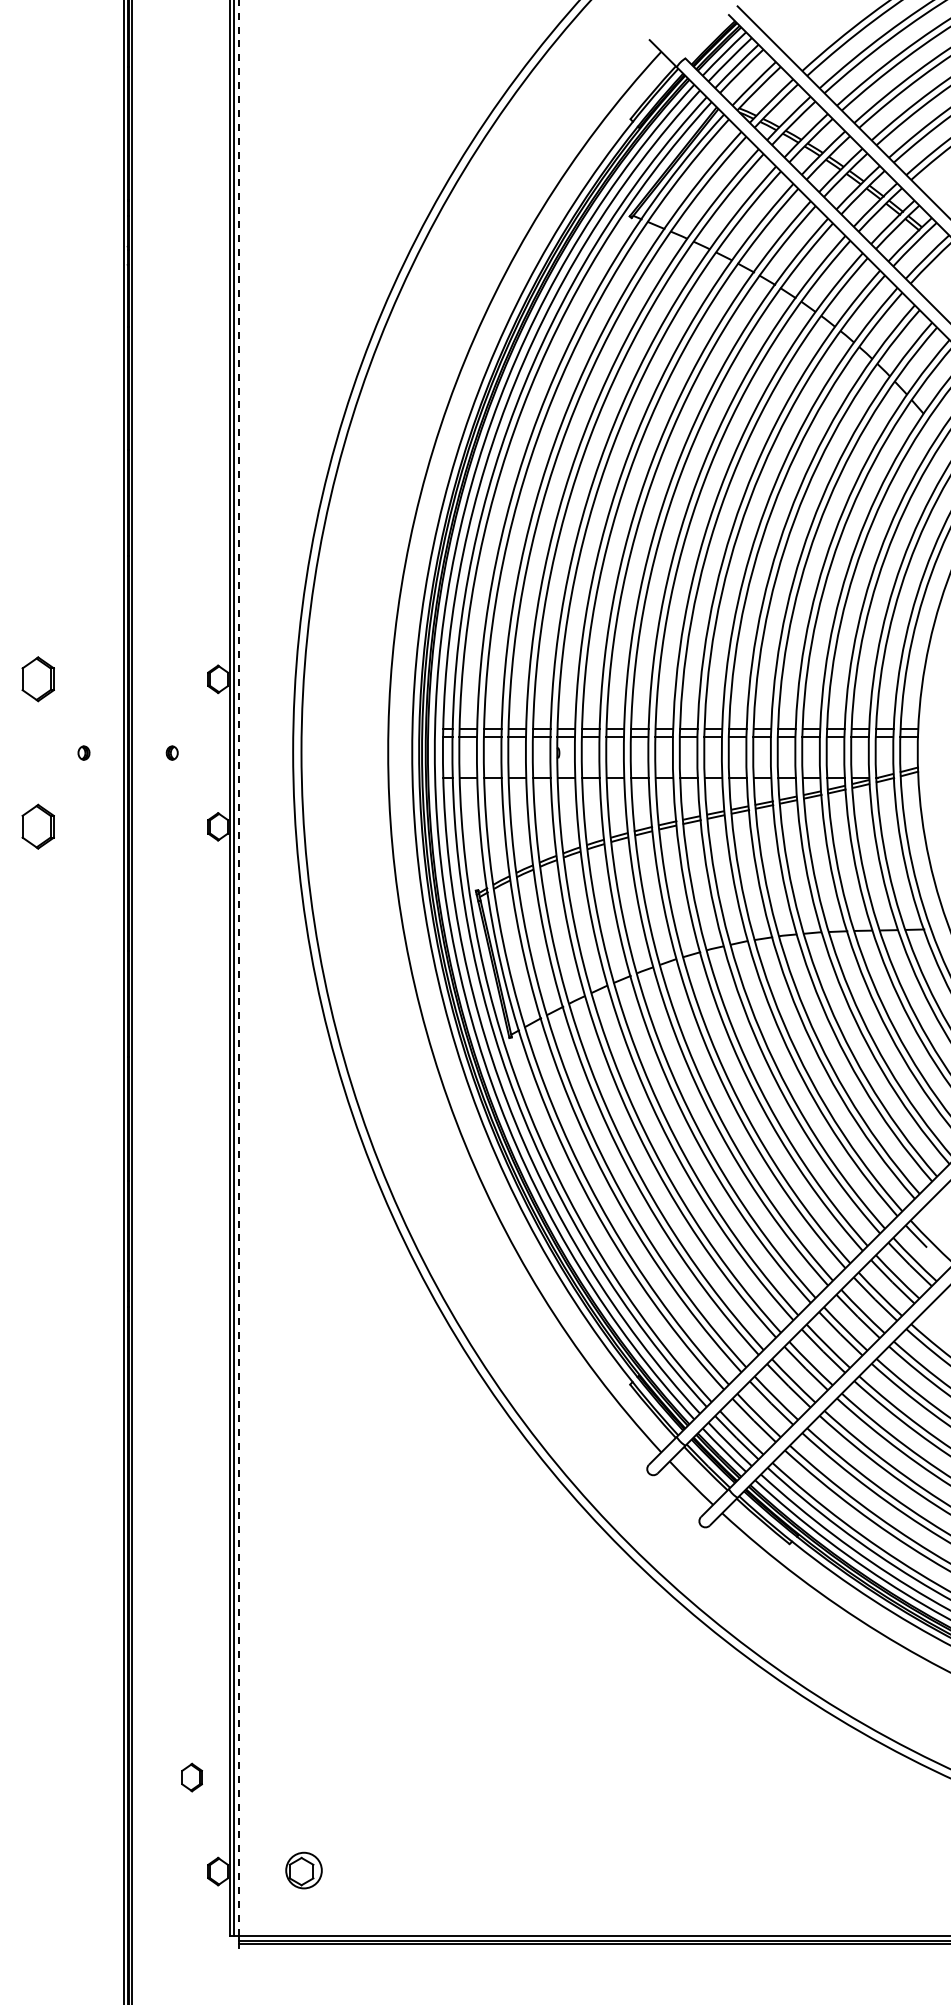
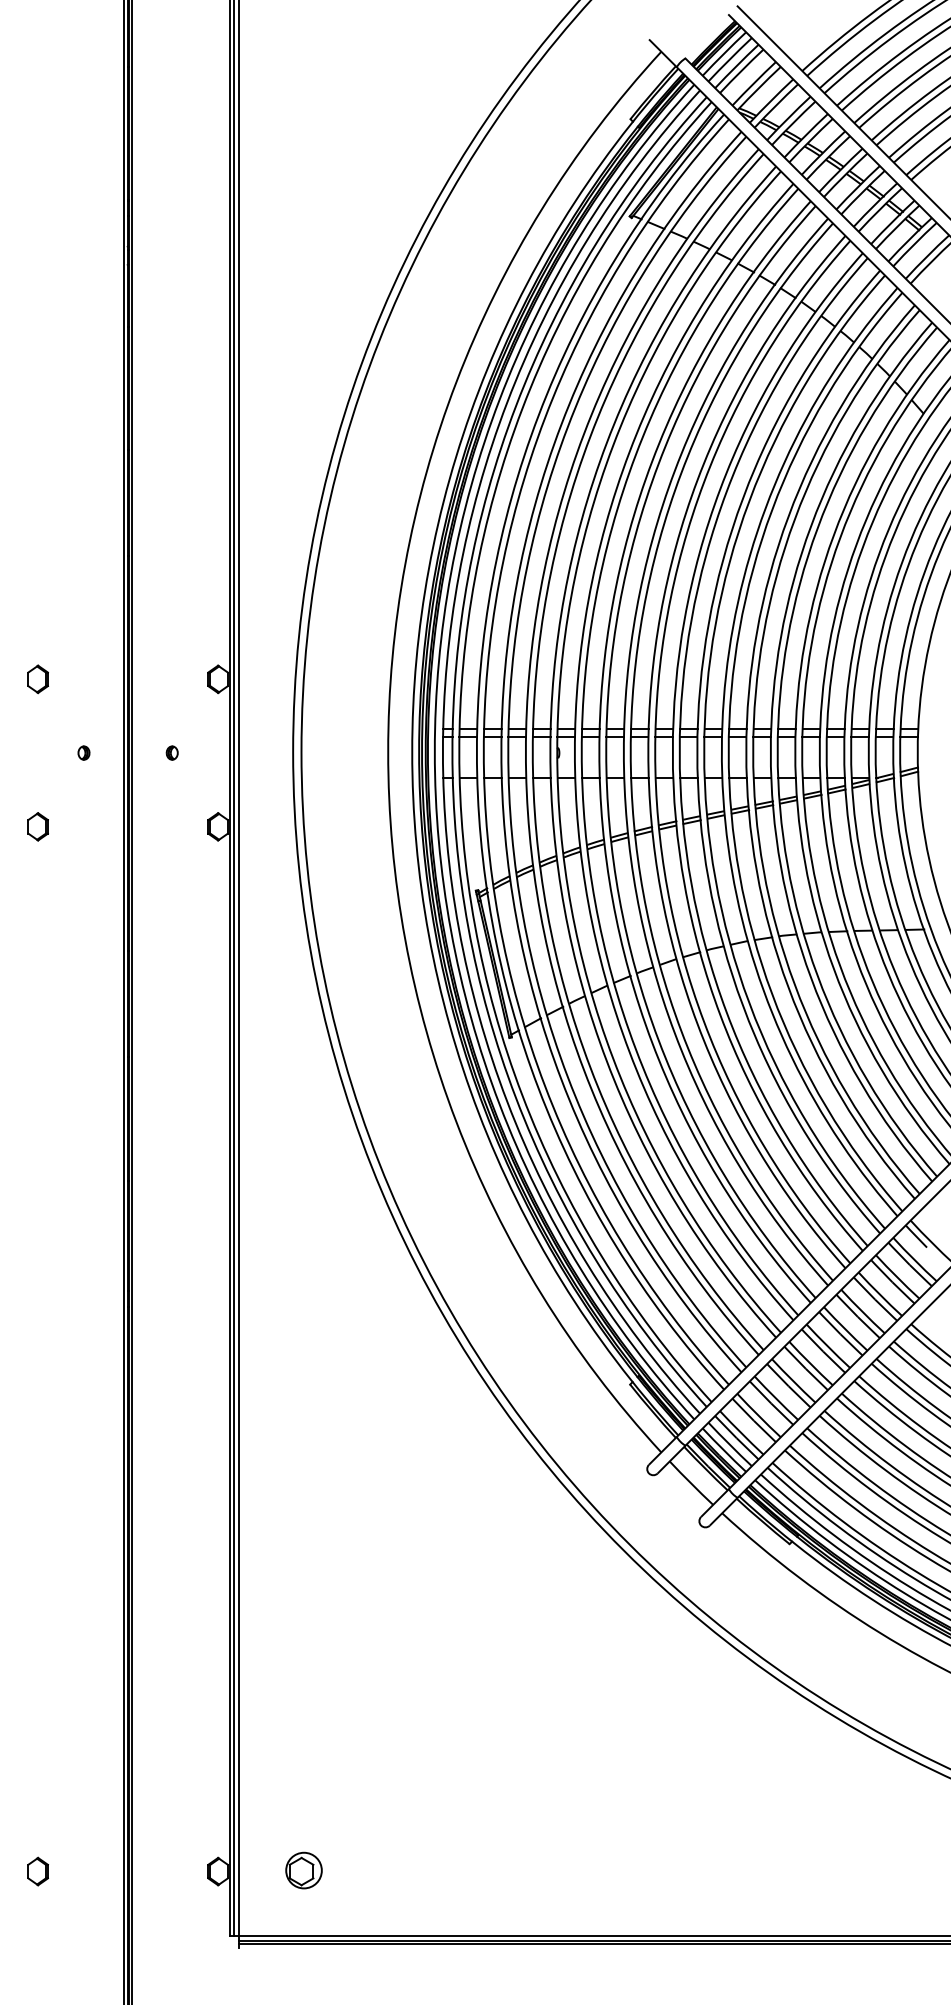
part at (37, 679) size: 34x47 px -> 22x31 px
part at (37, 826) size: 34x47 px -> 22x30 px
line at (238, 968): dashed -> solid
part at (191, 1777) position: (191, 1777) -> (37, 1871)
